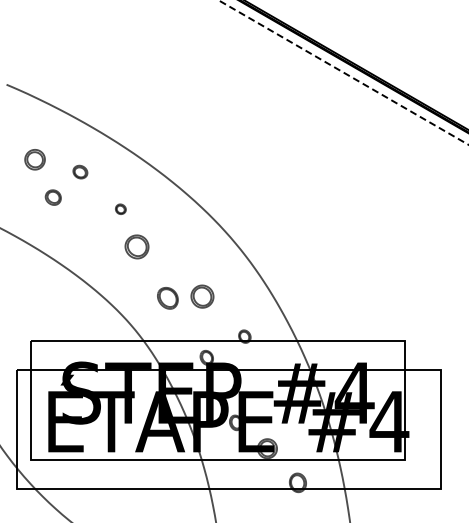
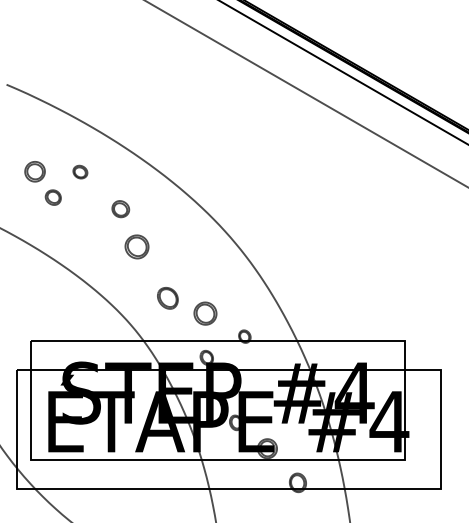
line at (343, 72): dashed -> solid
line at (306, 93): none -> present
part at (34, 159) position: (34, 159) -> (34, 171)
part at (120, 208) size: 12x12 px -> 20x19 px
part at (202, 296) position: (202, 296) -> (205, 313)
